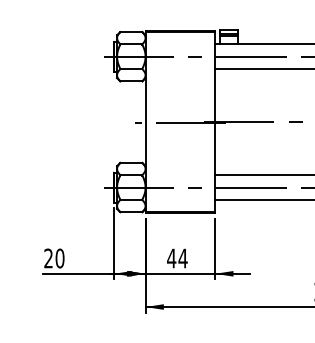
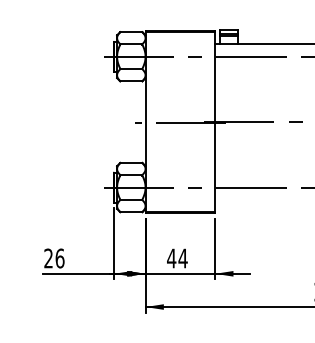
line at (263, 69): present -> none
line at (263, 174): present -> none
line at (263, 200): present -> none
text at (59, 258): 20 -> 26
